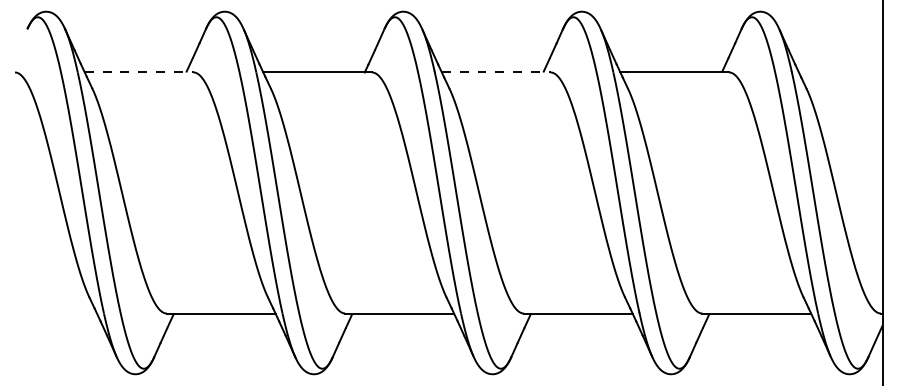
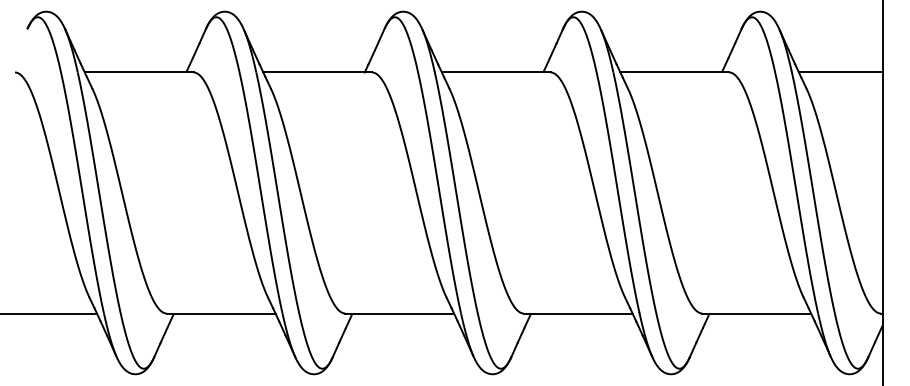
line at (139, 72): dashed -> solid
line at (496, 72): dashed -> solid
line at (840, 72): none -> present
line at (49, 313): none -> present
